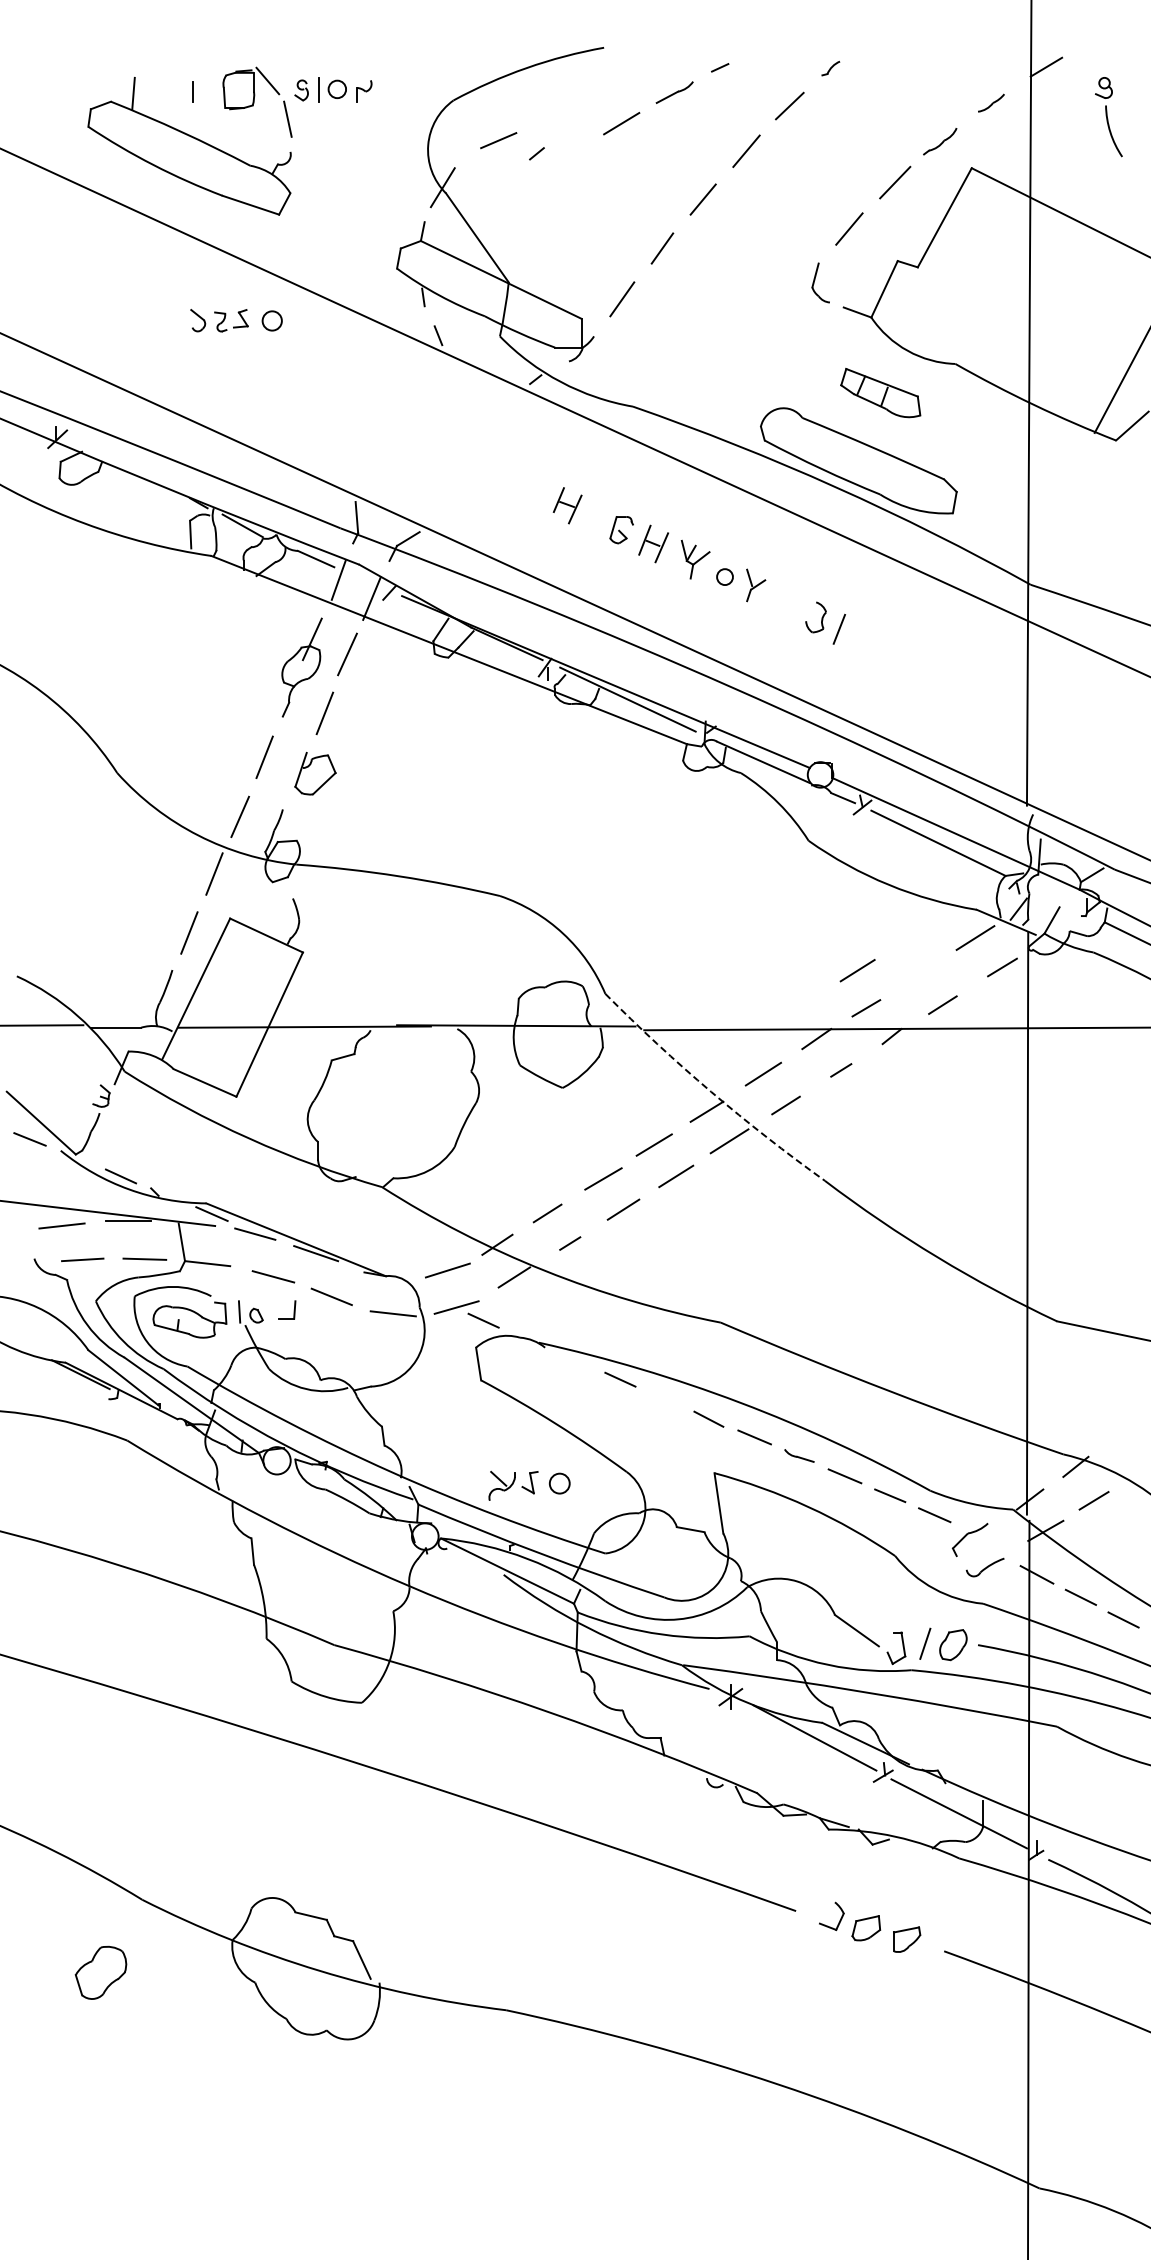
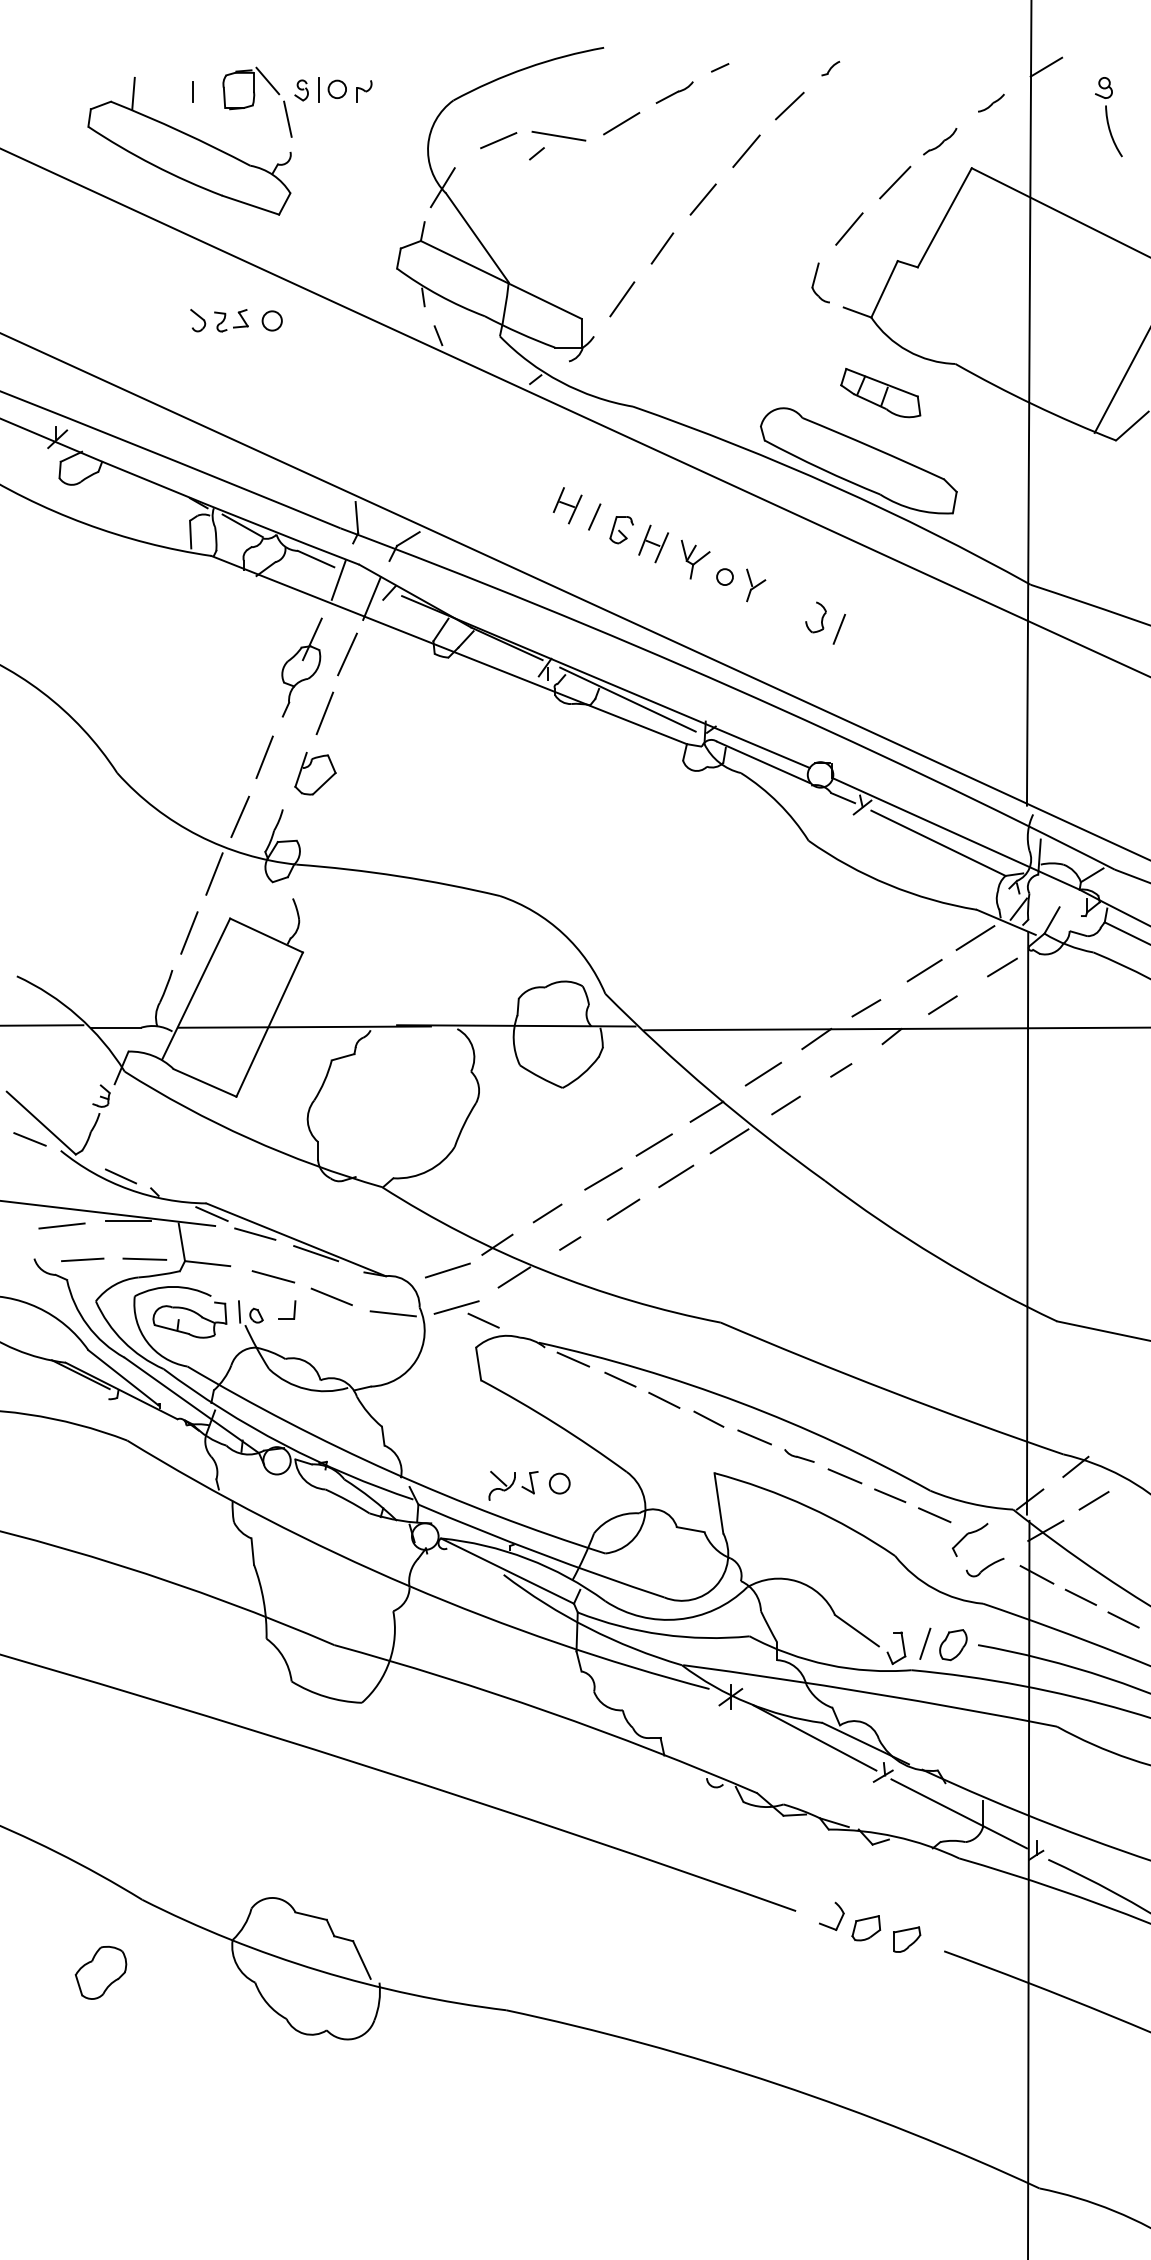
line at (558, 135): none -> present
line at (594, 516): none -> present
line at (857, 970) position: (857, 970) -> (924, 970)
arc at (711, 1091): dashed -> solid
line at (573, 1359): none -> present
line at (664, 1399): none -> present
